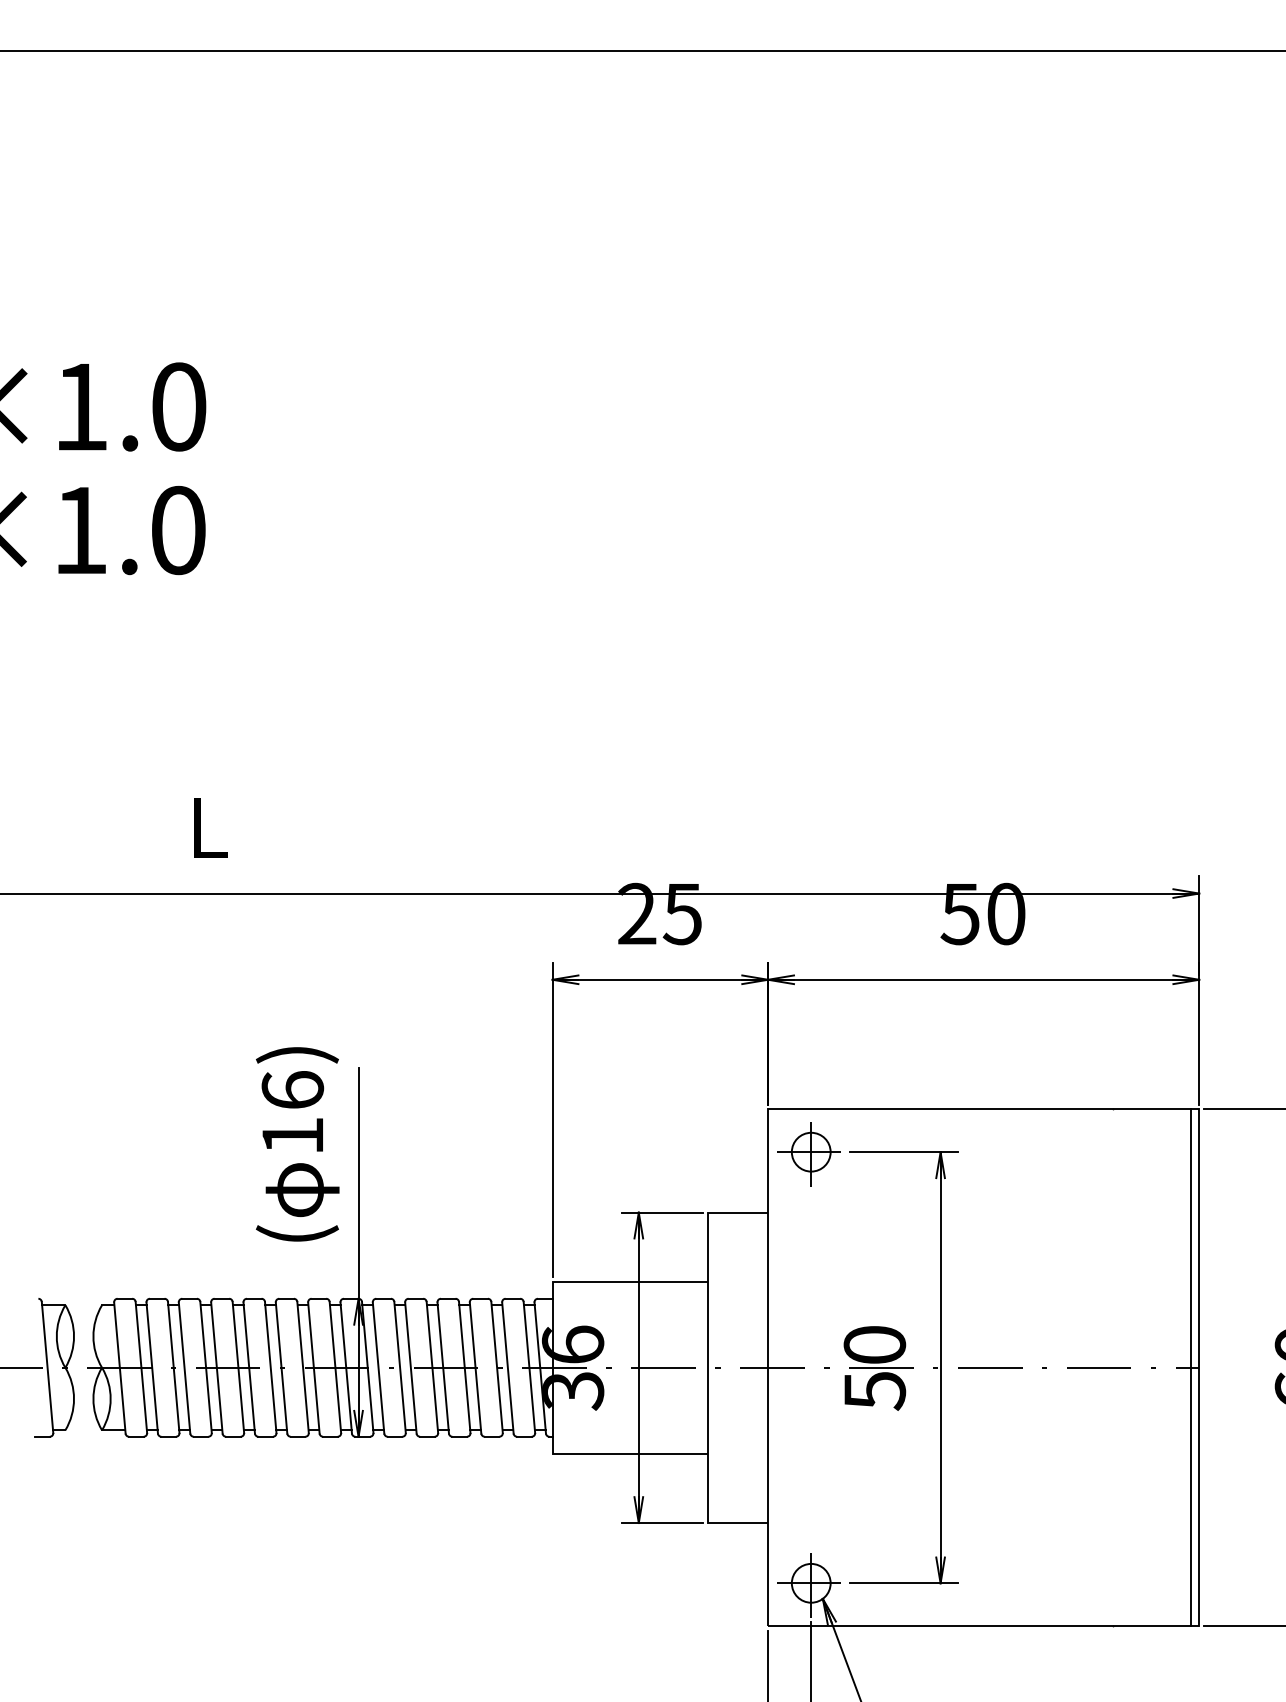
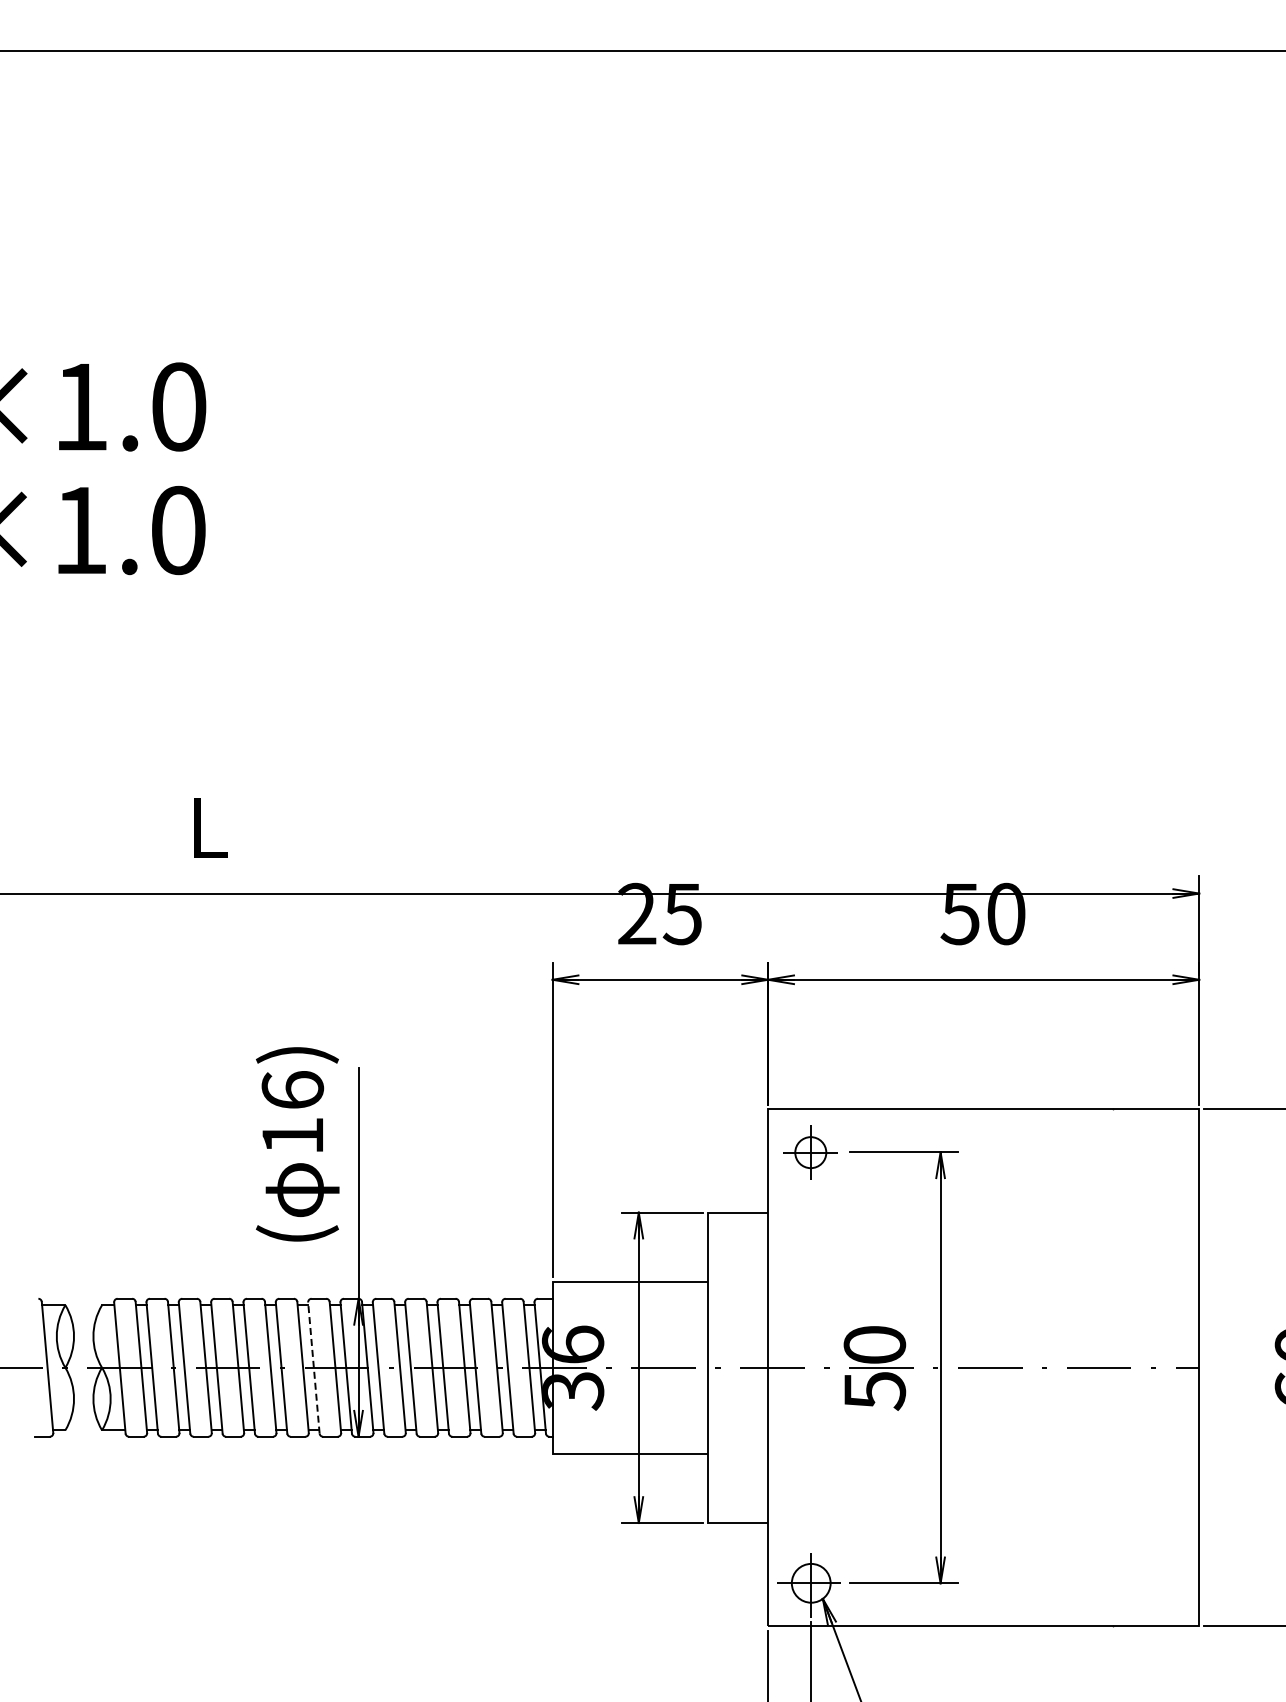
part at (808, 1154) size: 64x65 px -> 55x55 px
line at (1190, 1367): present -> none
line at (313, 1368): solid -> dashed
